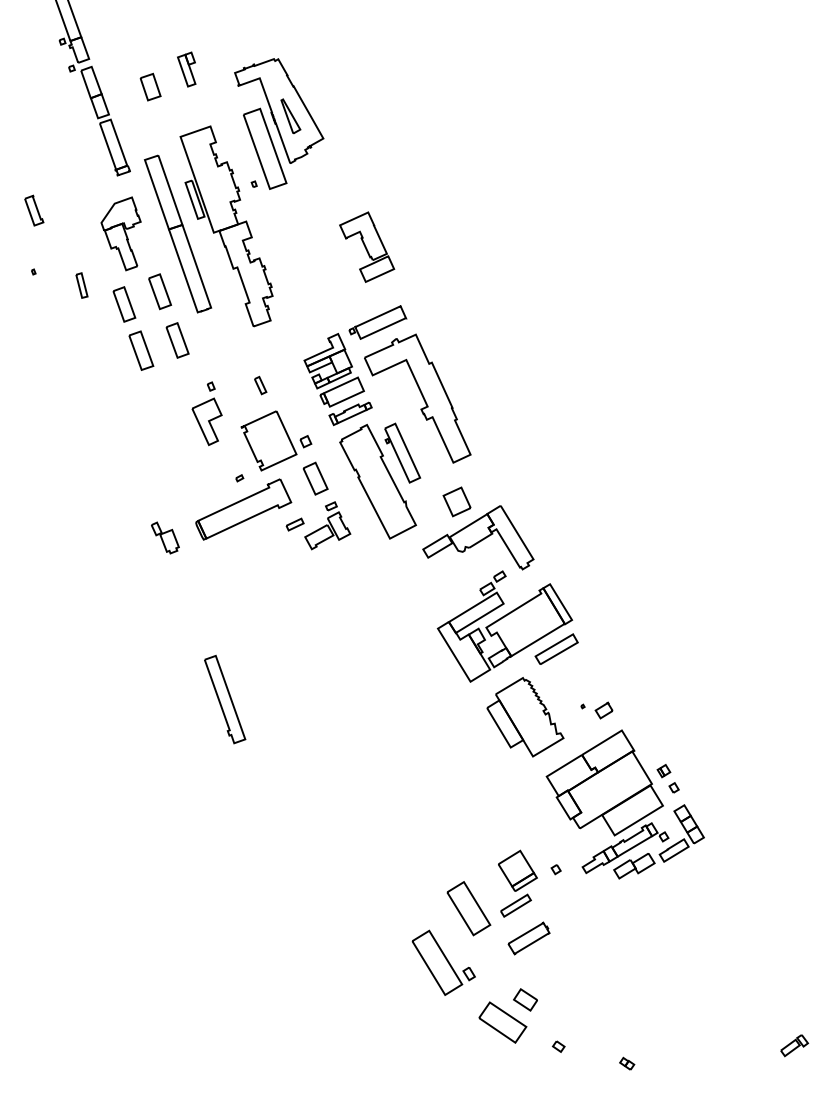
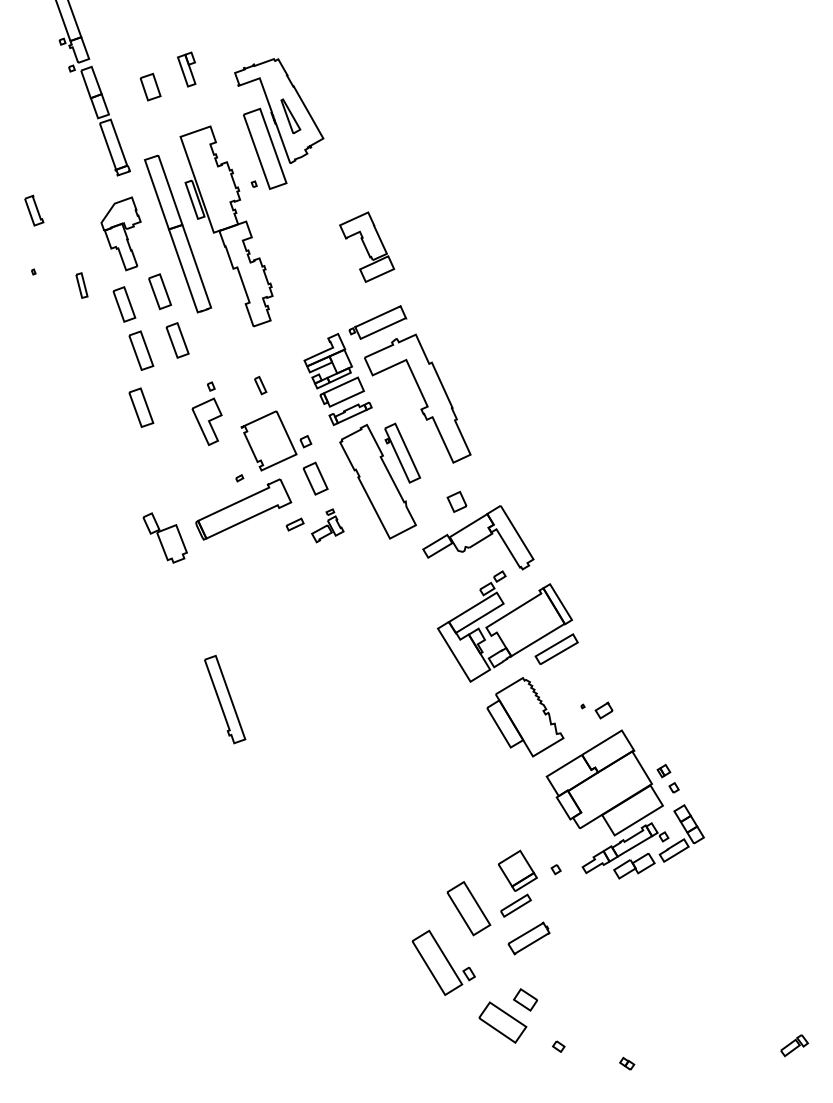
part at (141, 407): none -> present
part at (456, 501) size: 30x32 px -> 22x23 px
part at (327, 525) size: 48x50 px -> 34x36 px
part at (165, 537) size: 29x34 px -> 46x52 px
